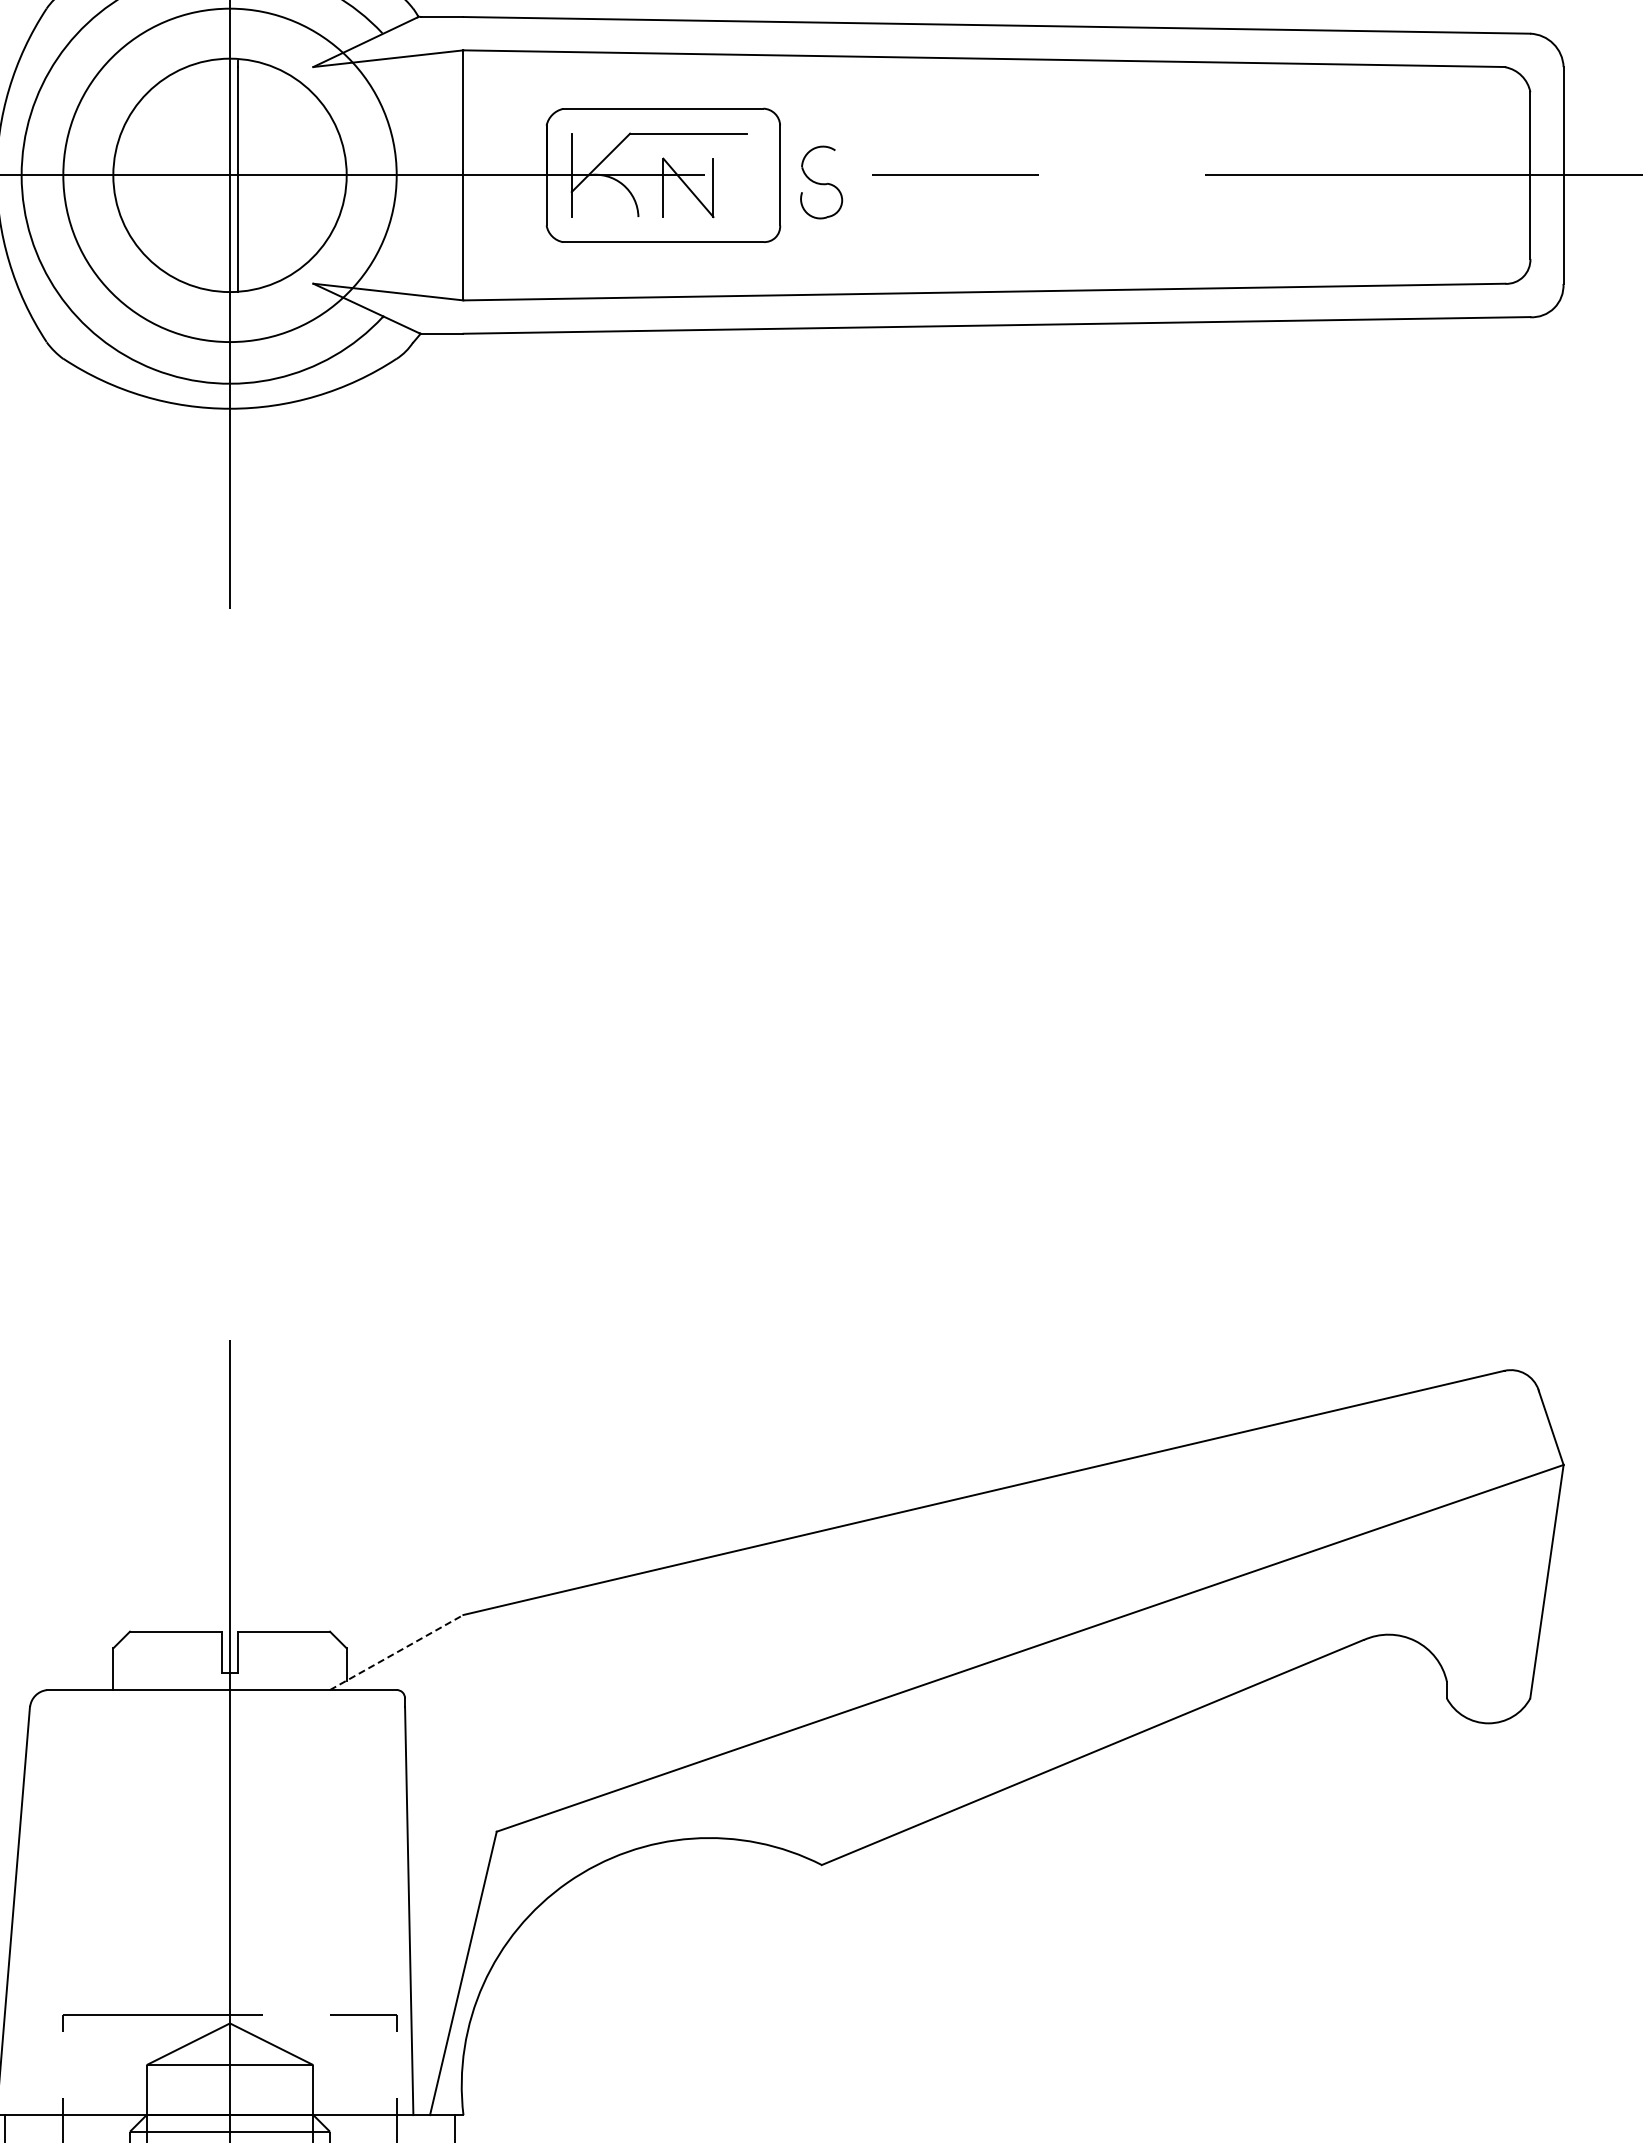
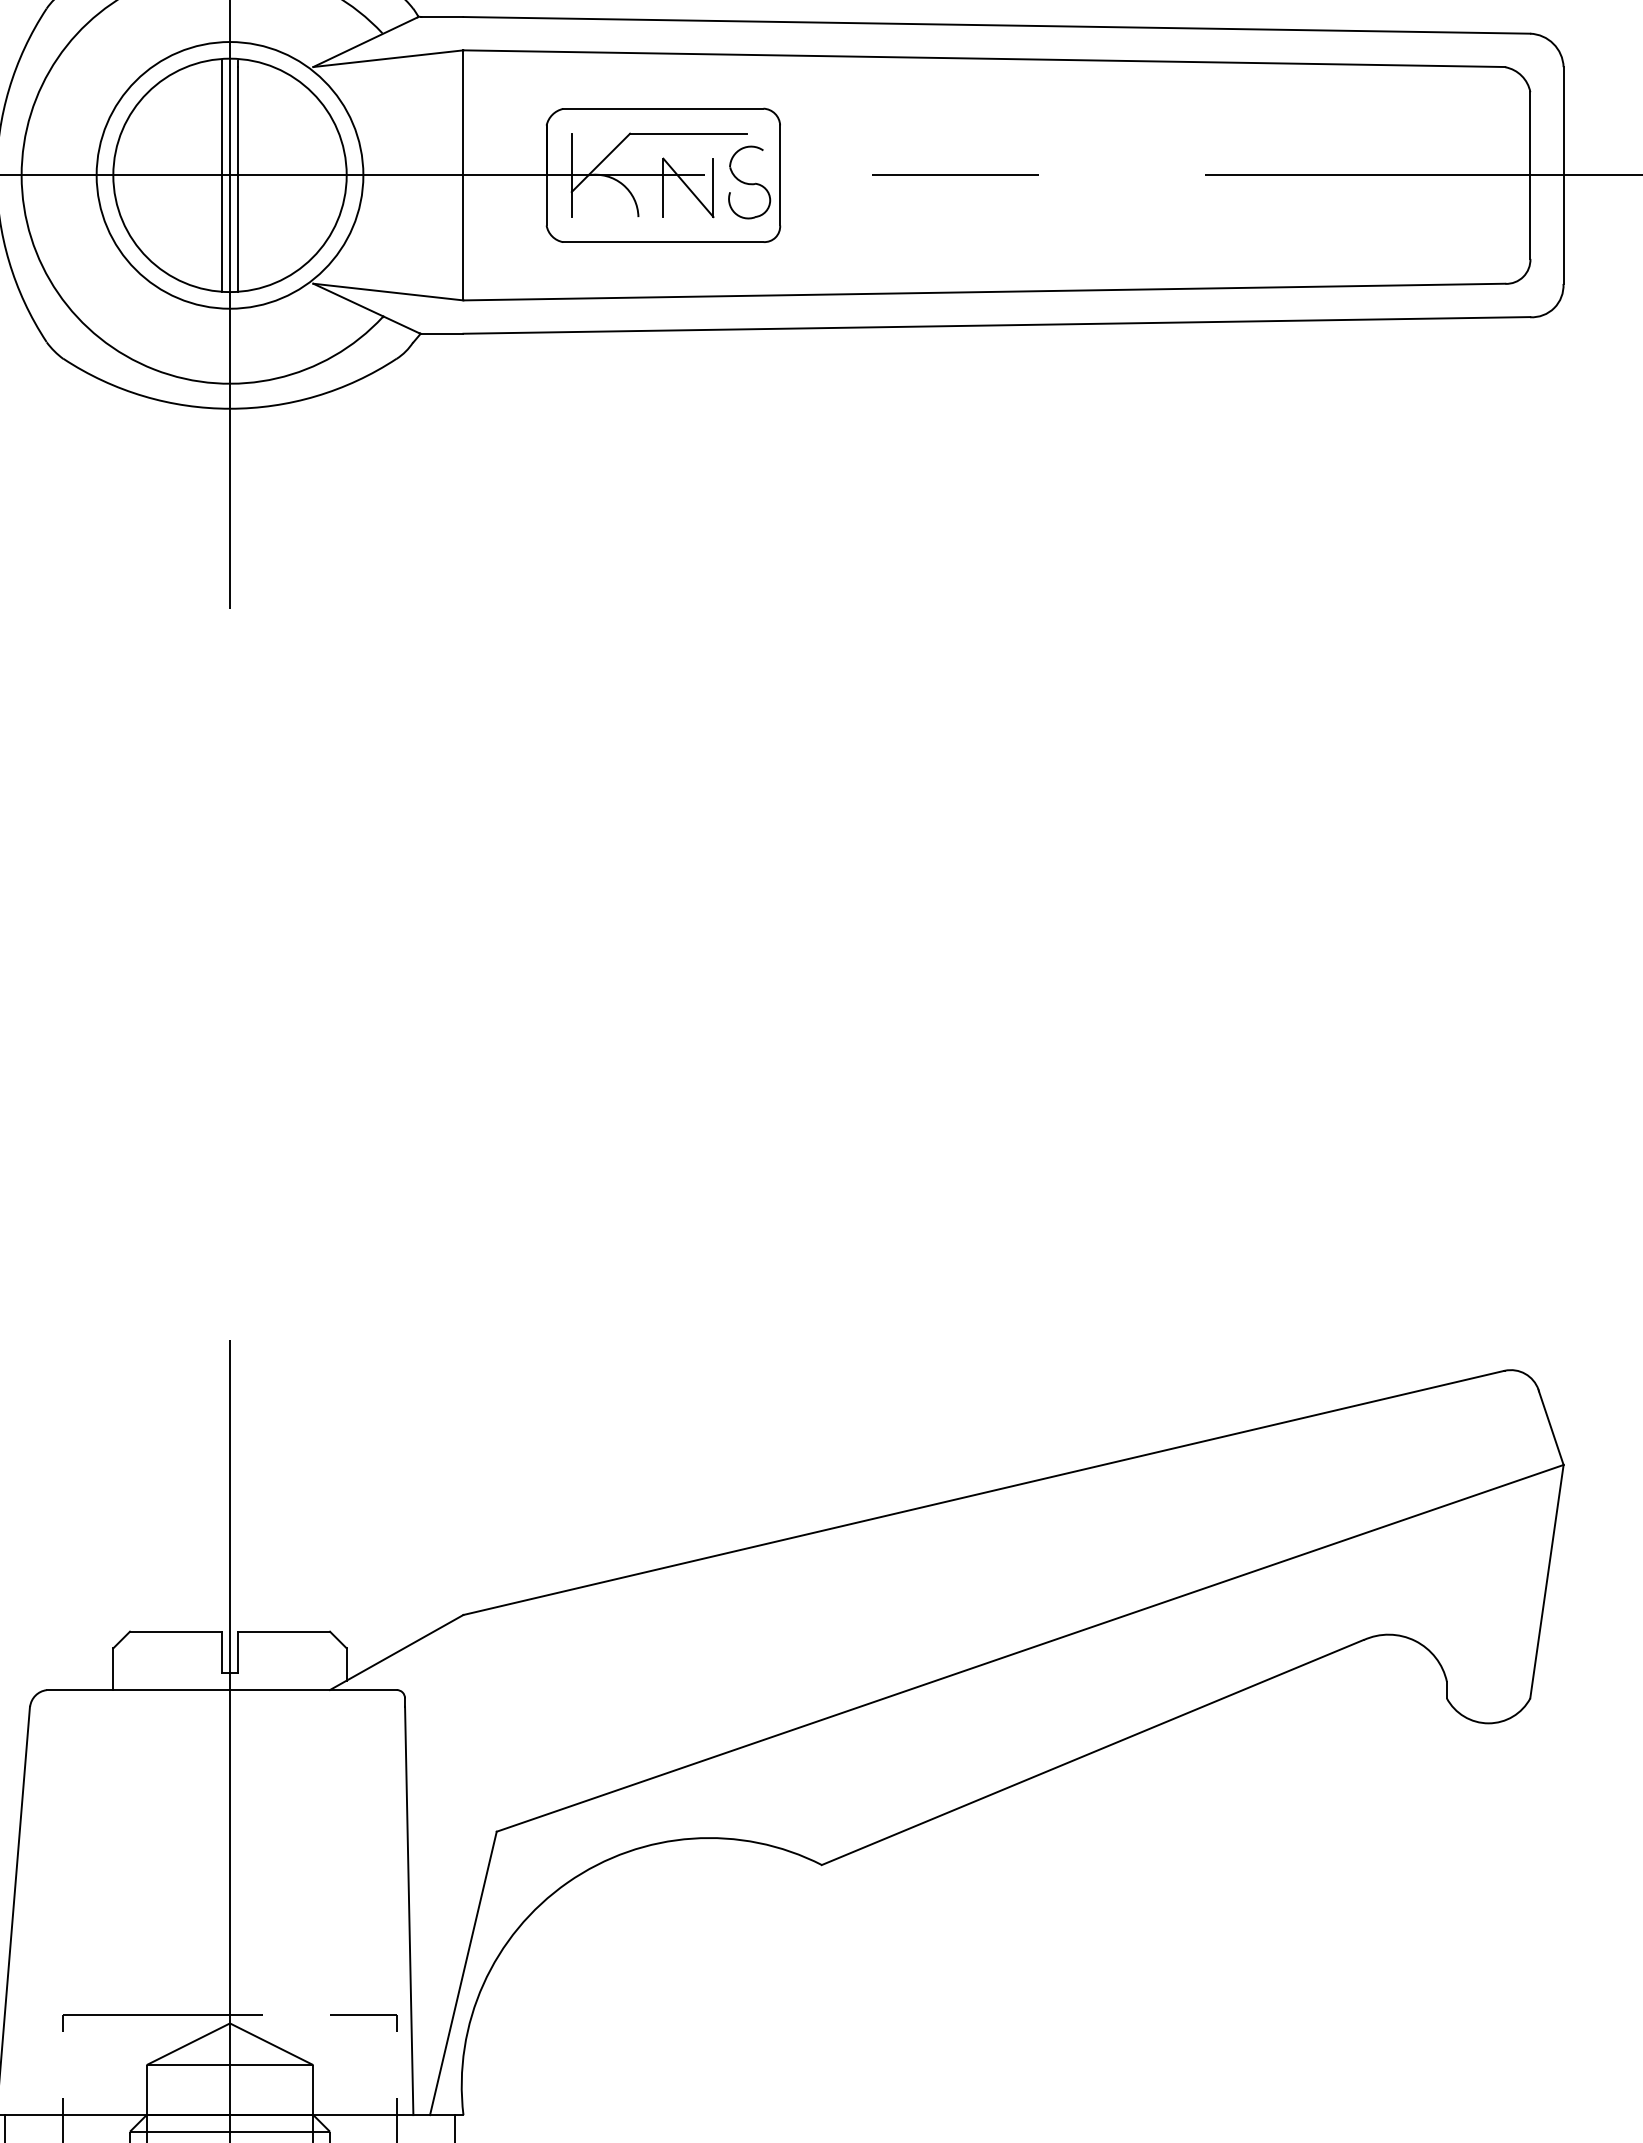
circle at (229, 175) diameter: 333 px -> 267 px
line at (221, 176): none -> present
part at (821, 182) position: (821, 182) -> (749, 182)
line at (396, 1652): dashed -> solid
